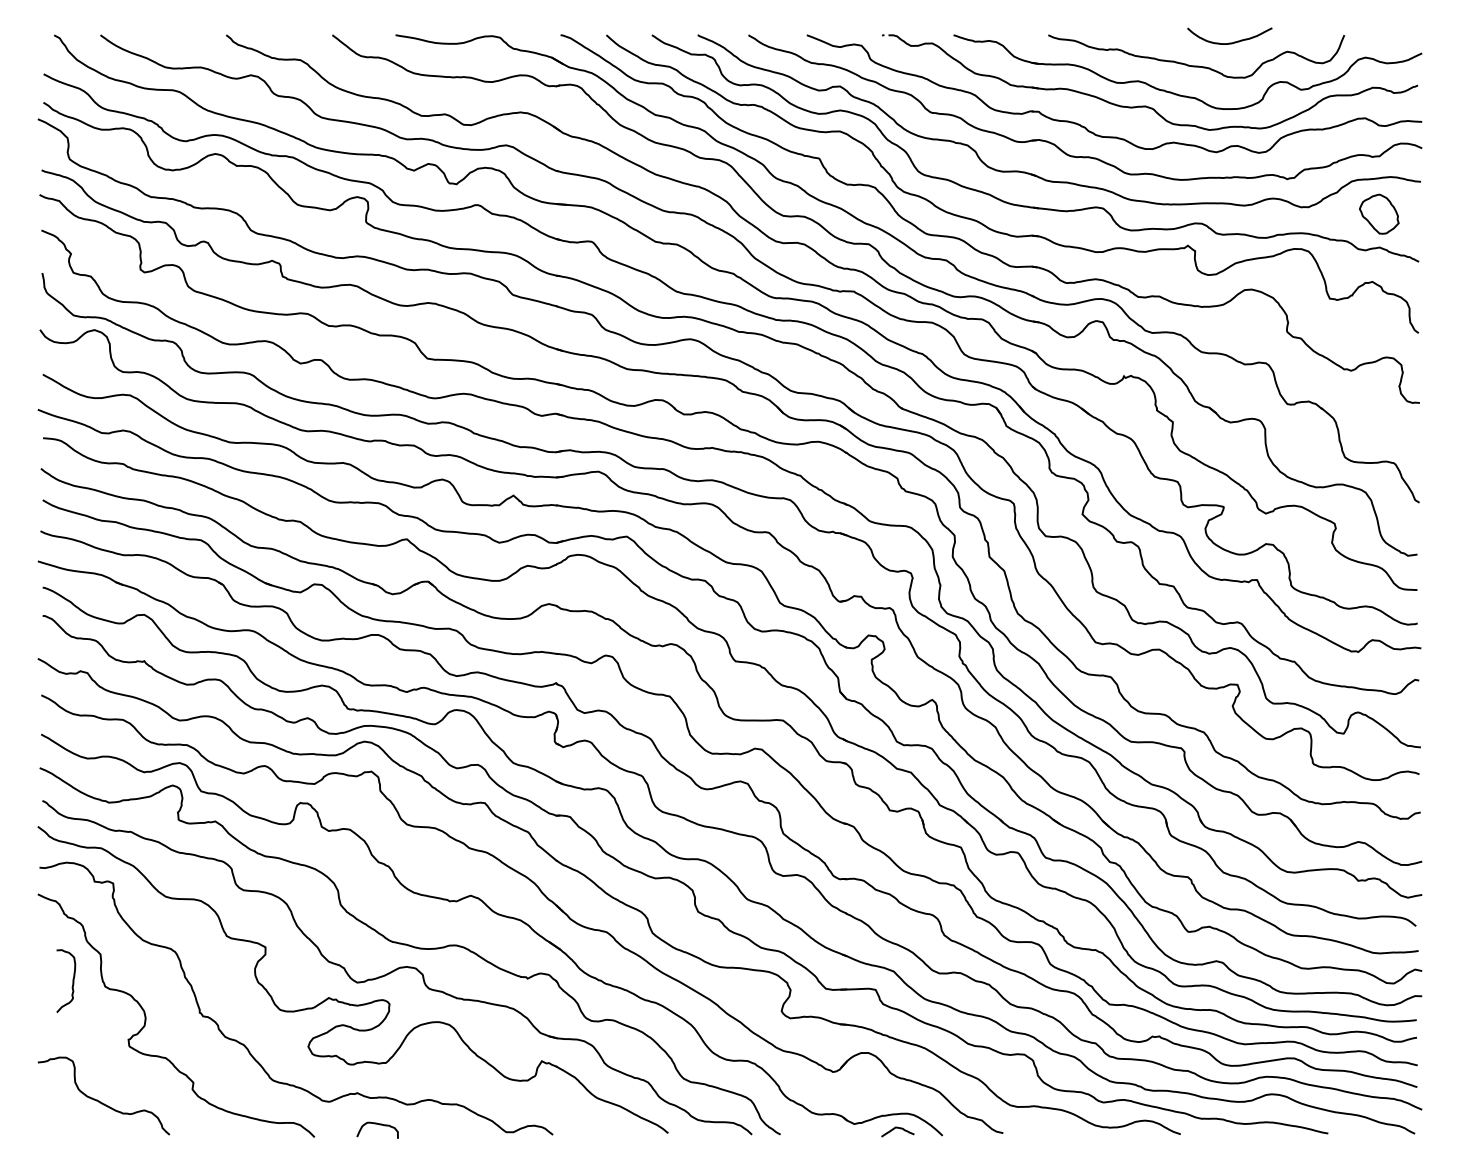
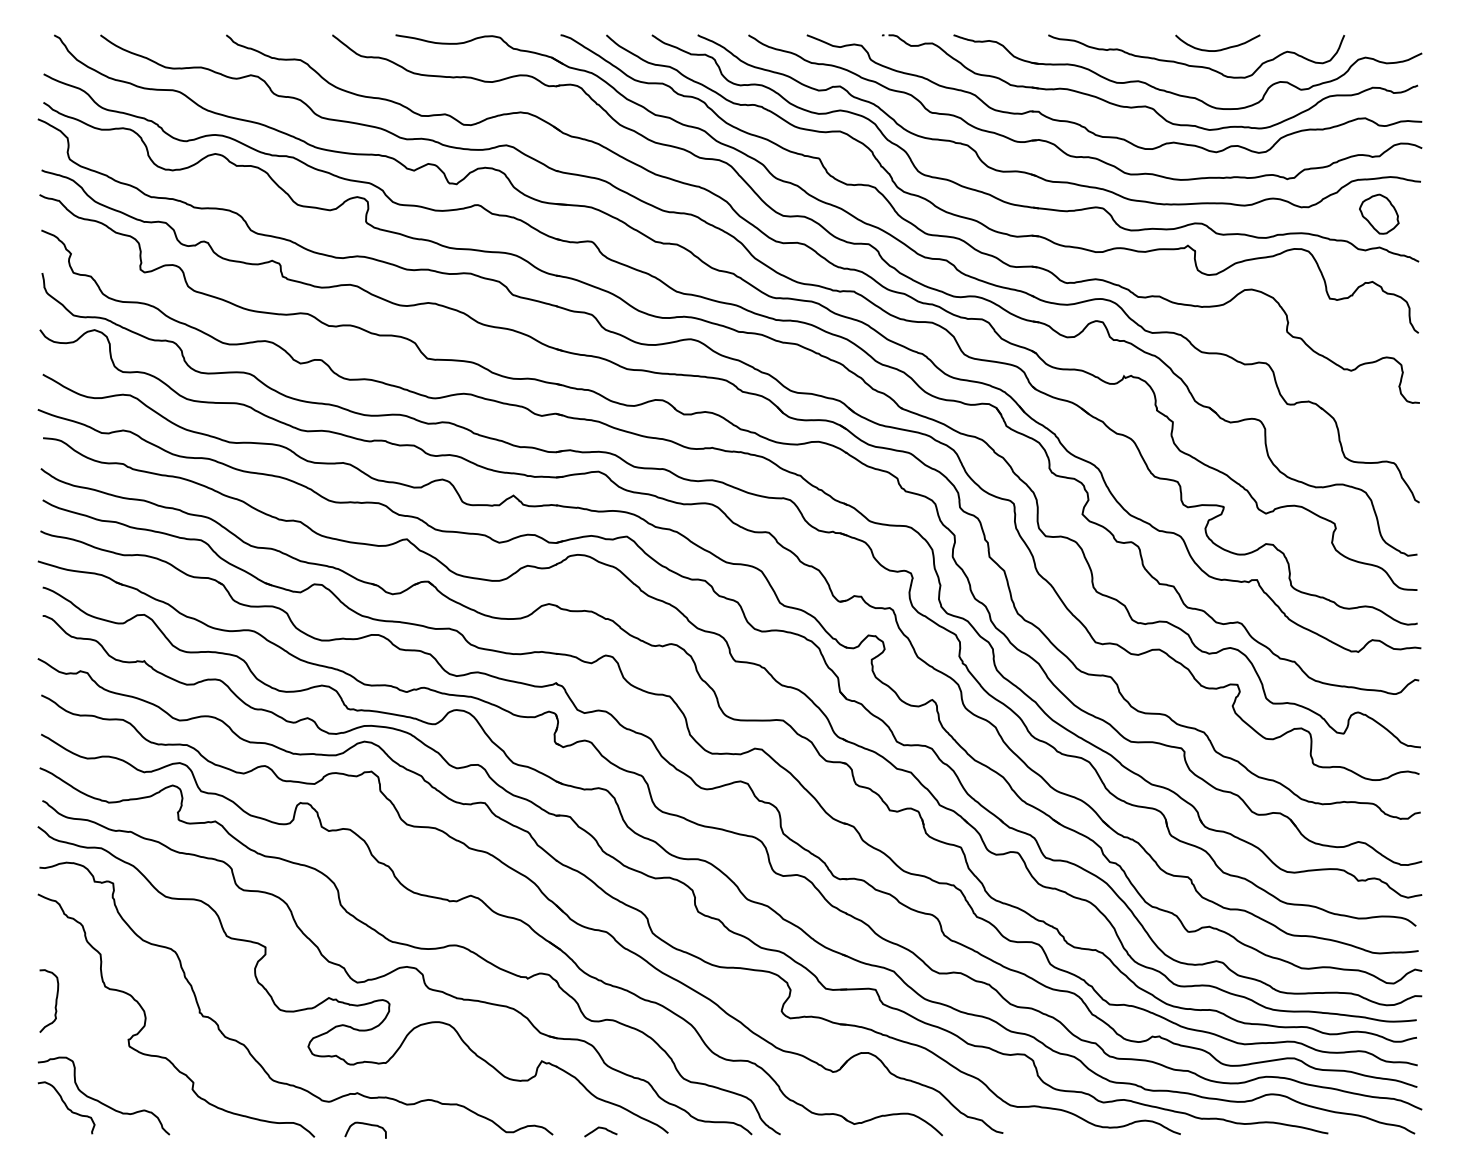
curve at (1229, 42) position: (1229, 42) -> (1217, 49)
curve at (72, 980) position: (72, 980) -> (55, 1000)
curve at (66, 1107): none -> present
curve at (379, 1125) position: (379, 1125) -> (367, 1125)
curve at (897, 1128) position: (897, 1128) -> (600, 1128)
